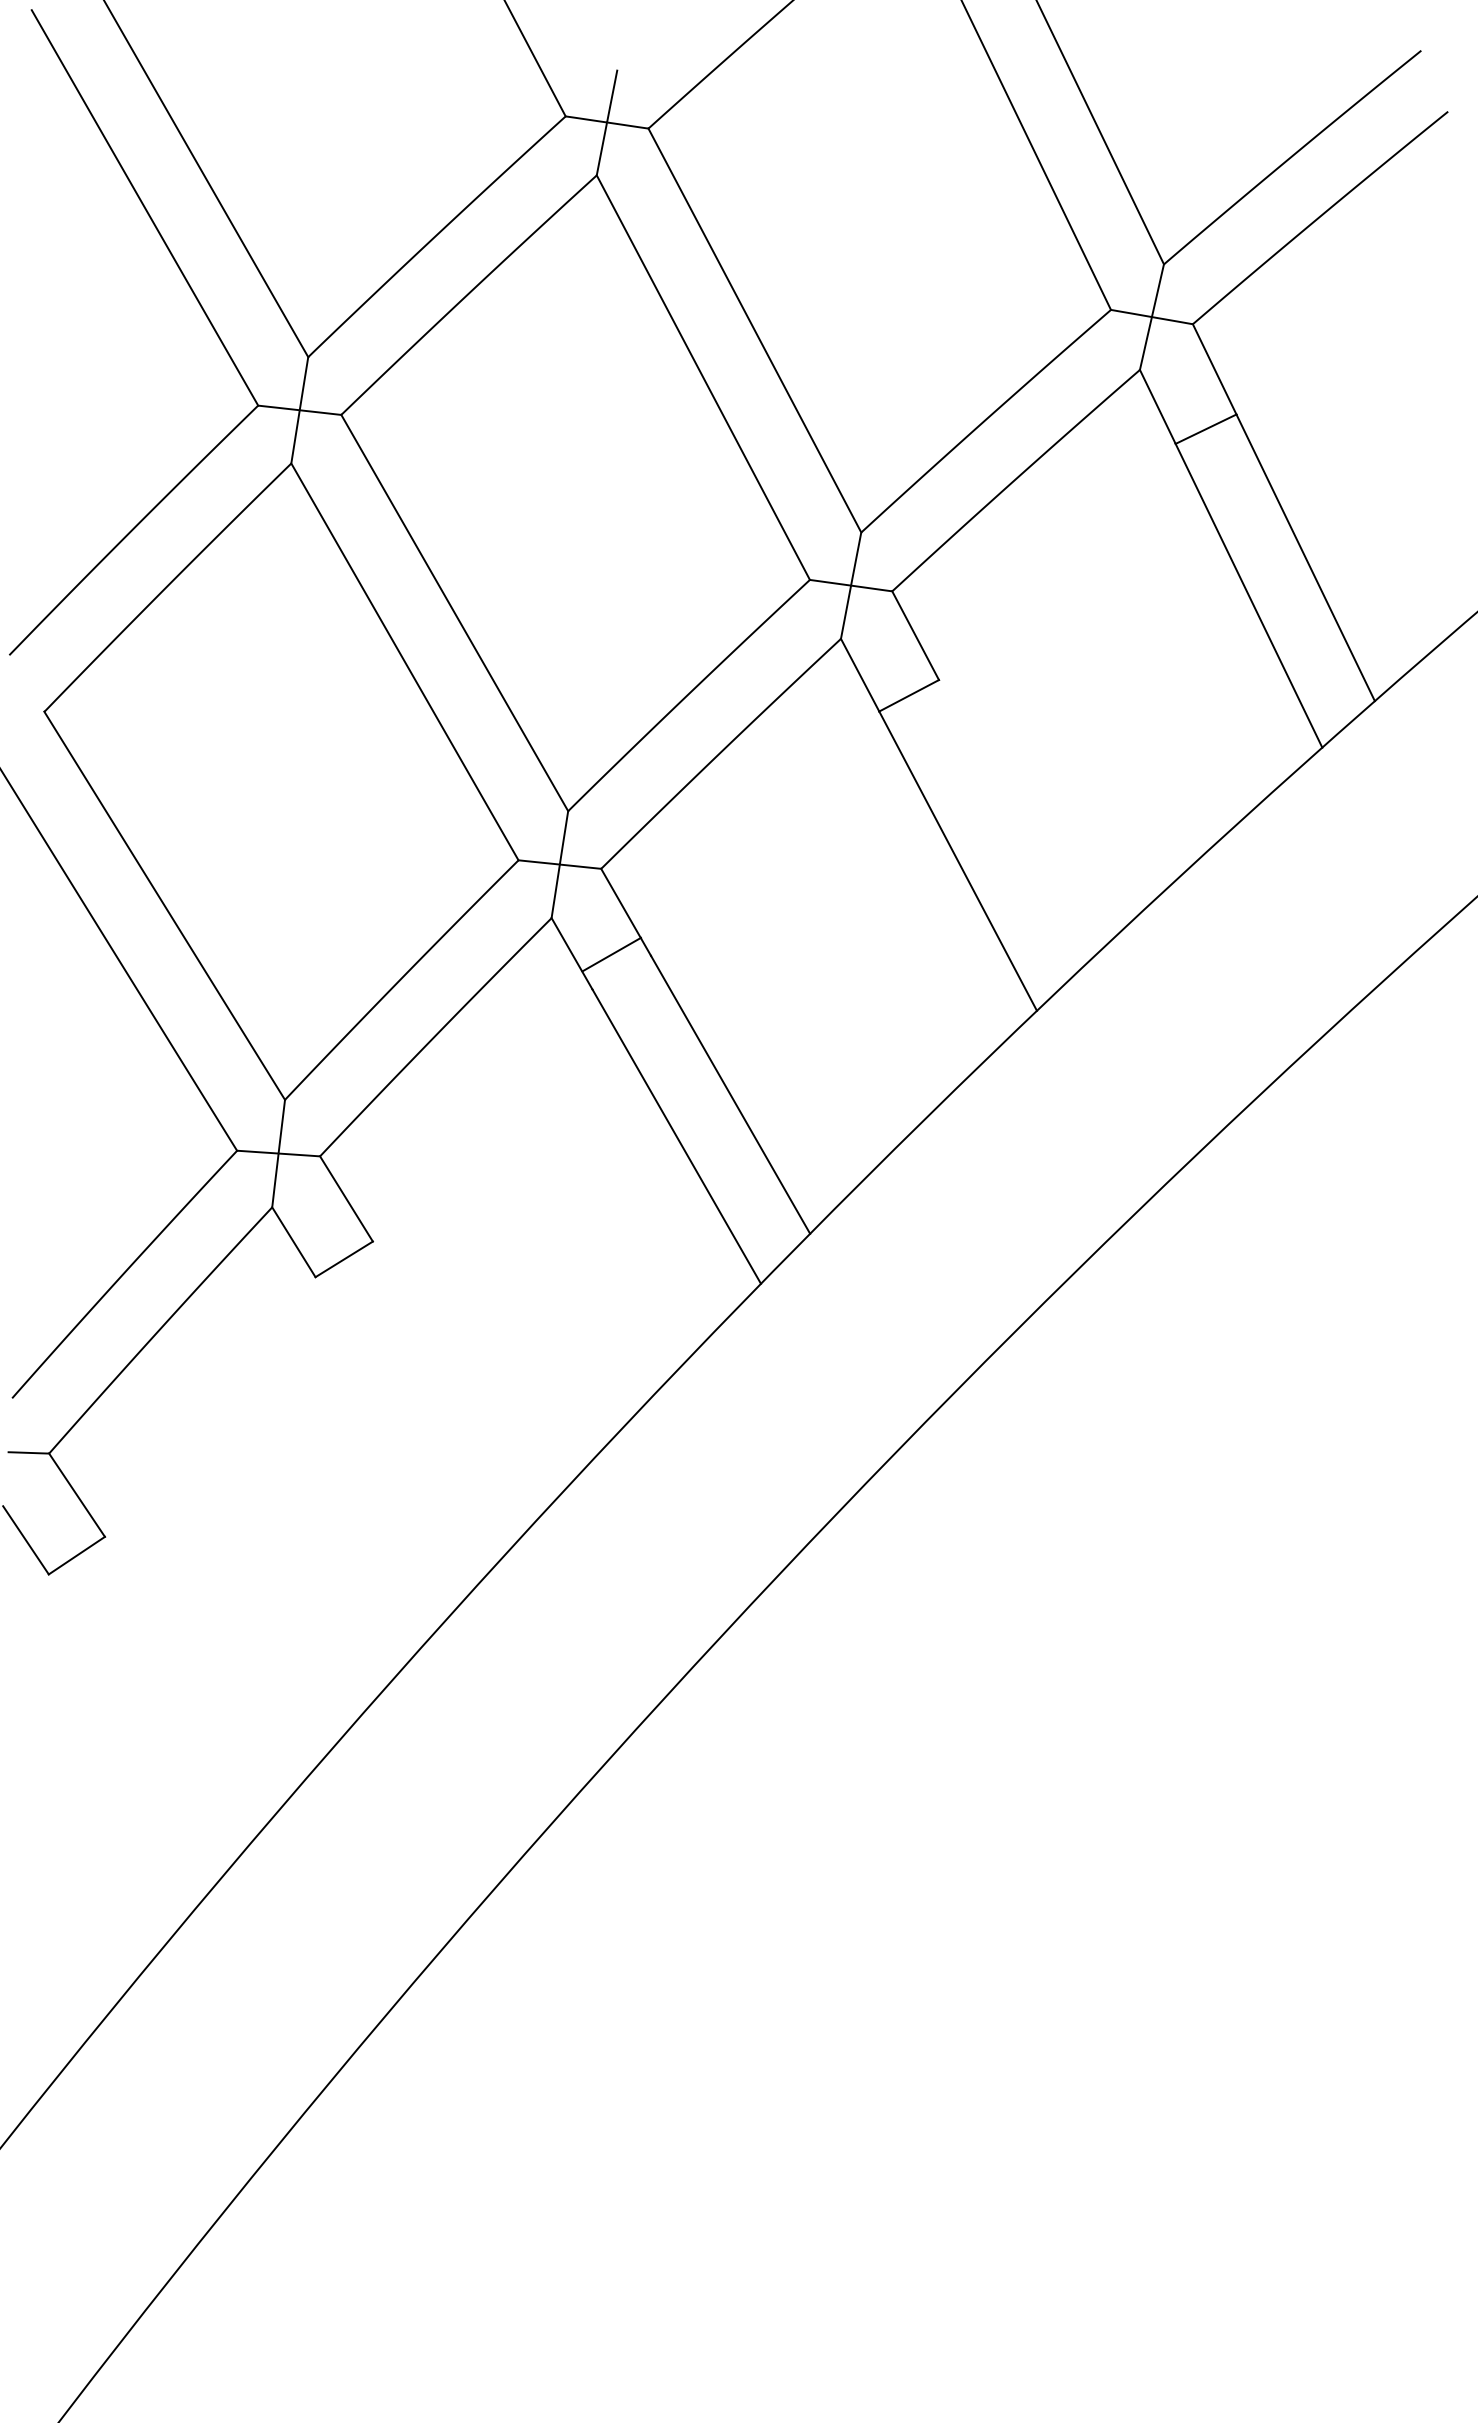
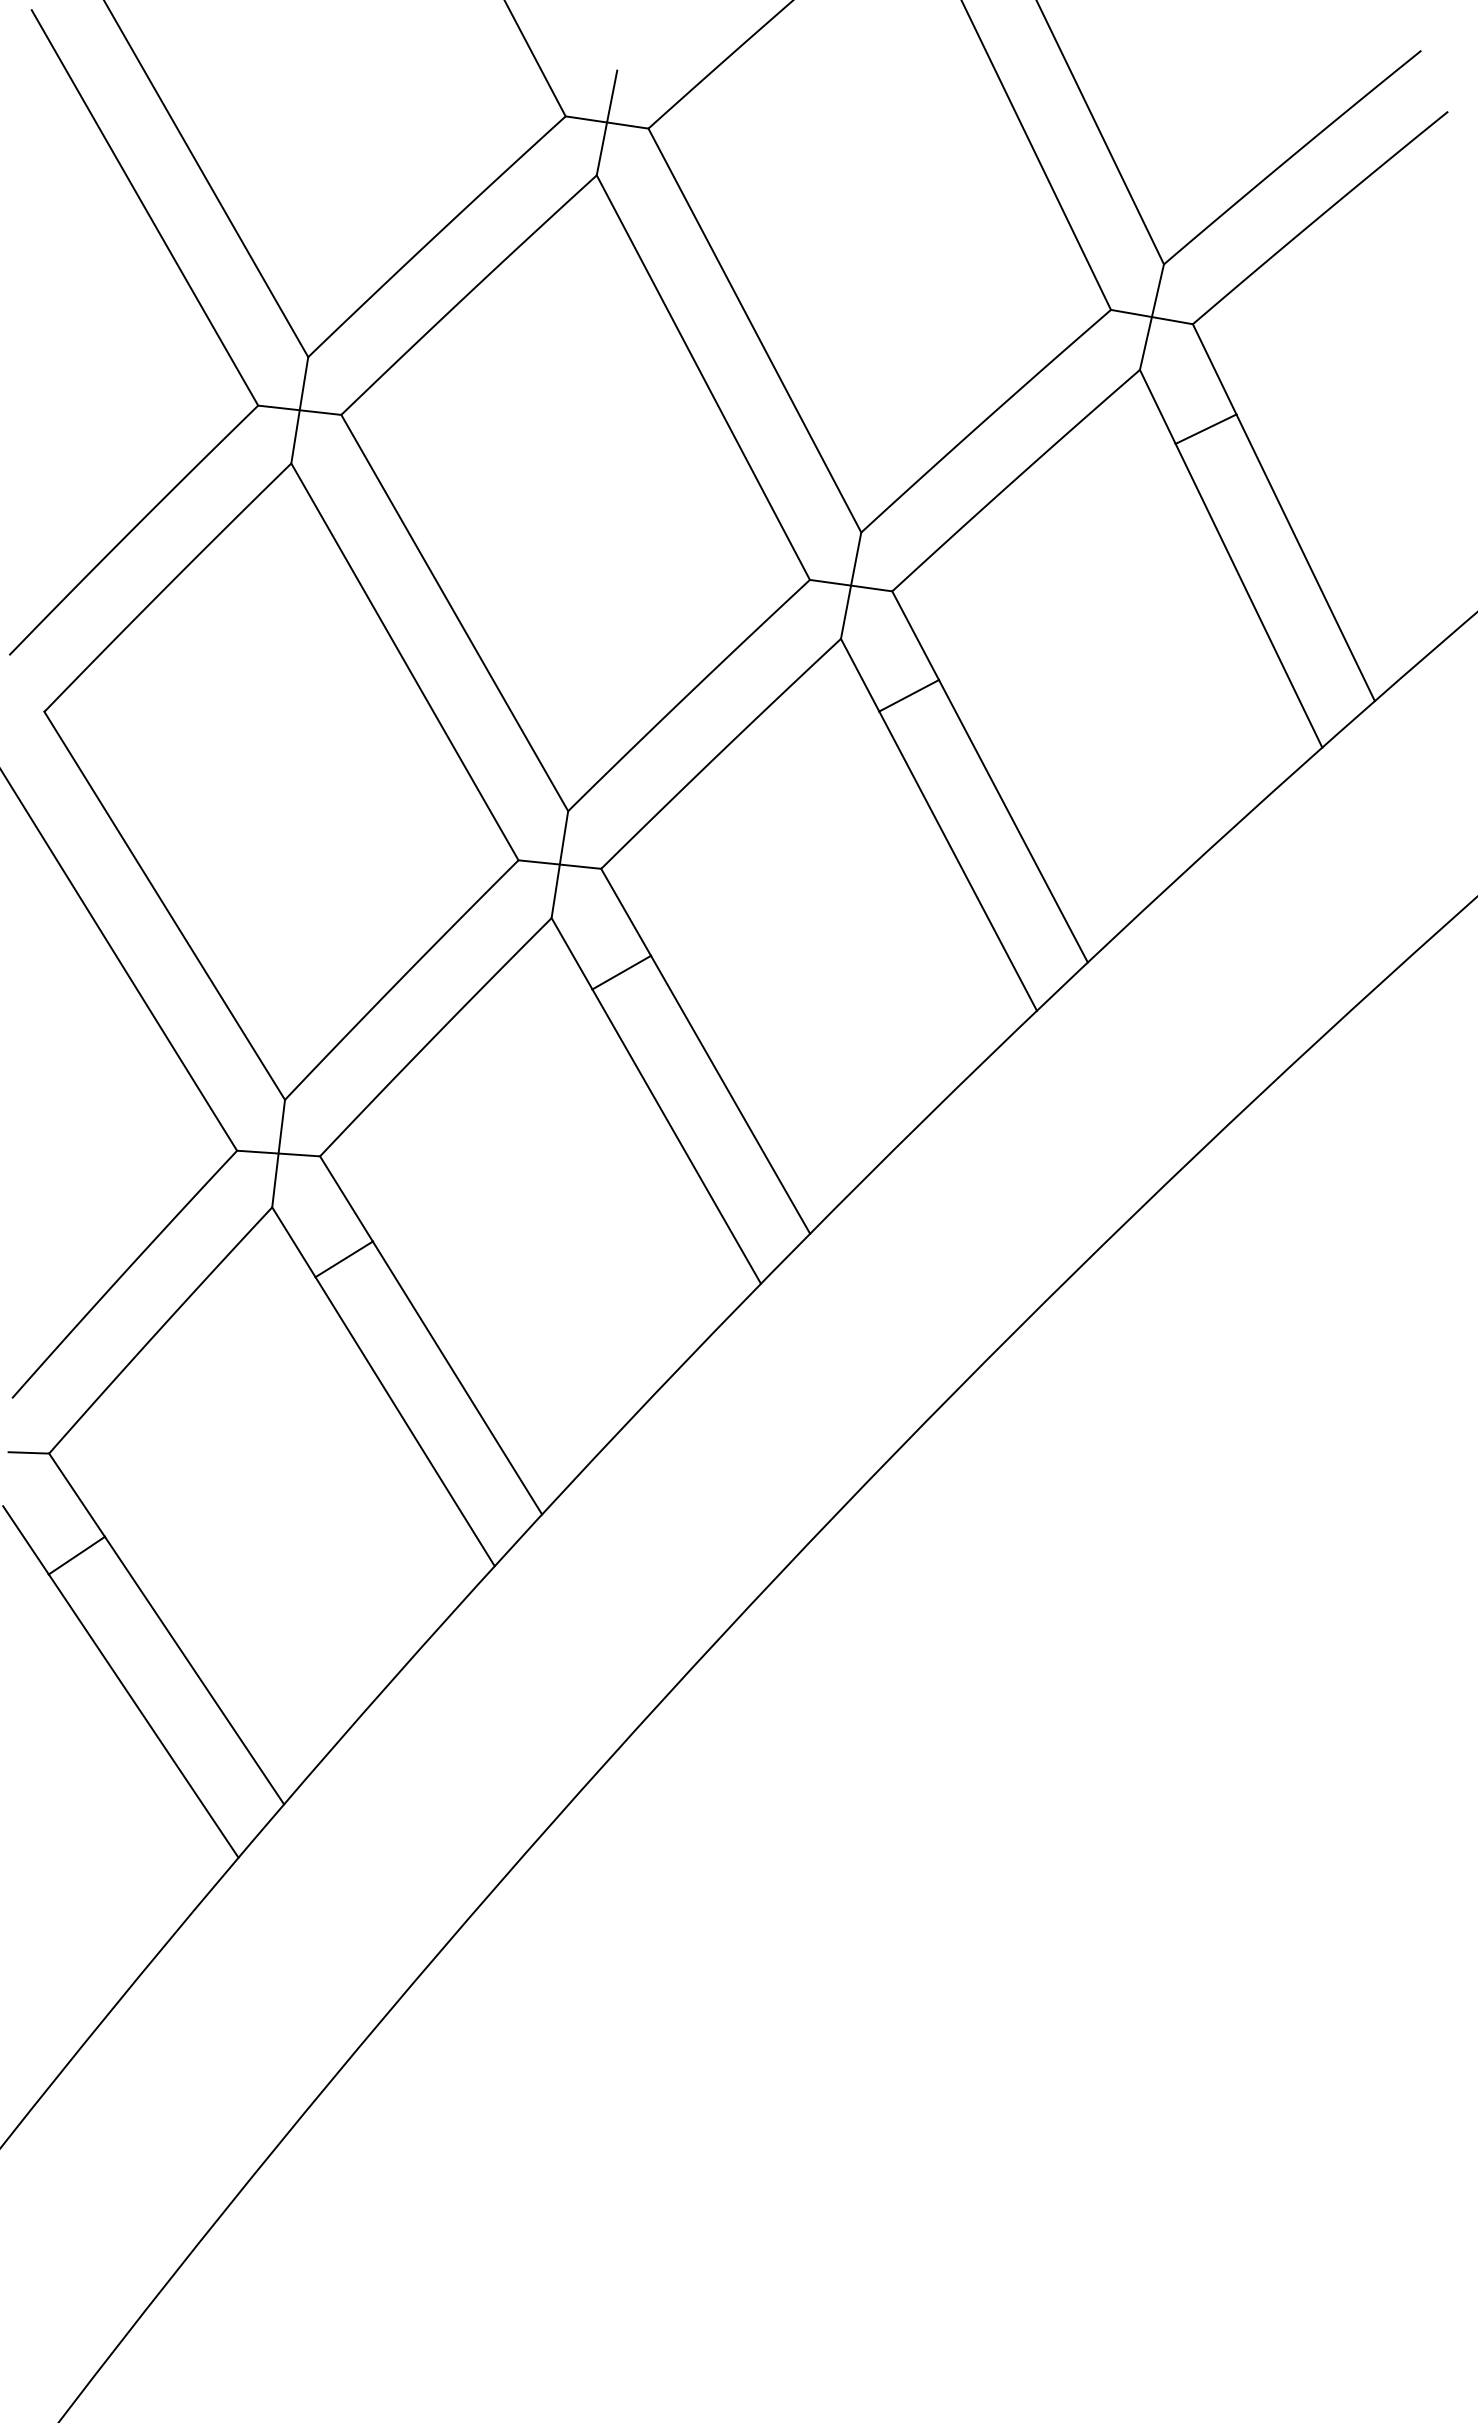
line at (1013, 821): none -> present
line at (611, 954) position: (611, 954) -> (621, 972)
line at (457, 1377): none -> present
line at (404, 1421): none -> present
line at (194, 1670): none -> present
line at (143, 1715): none -> present
